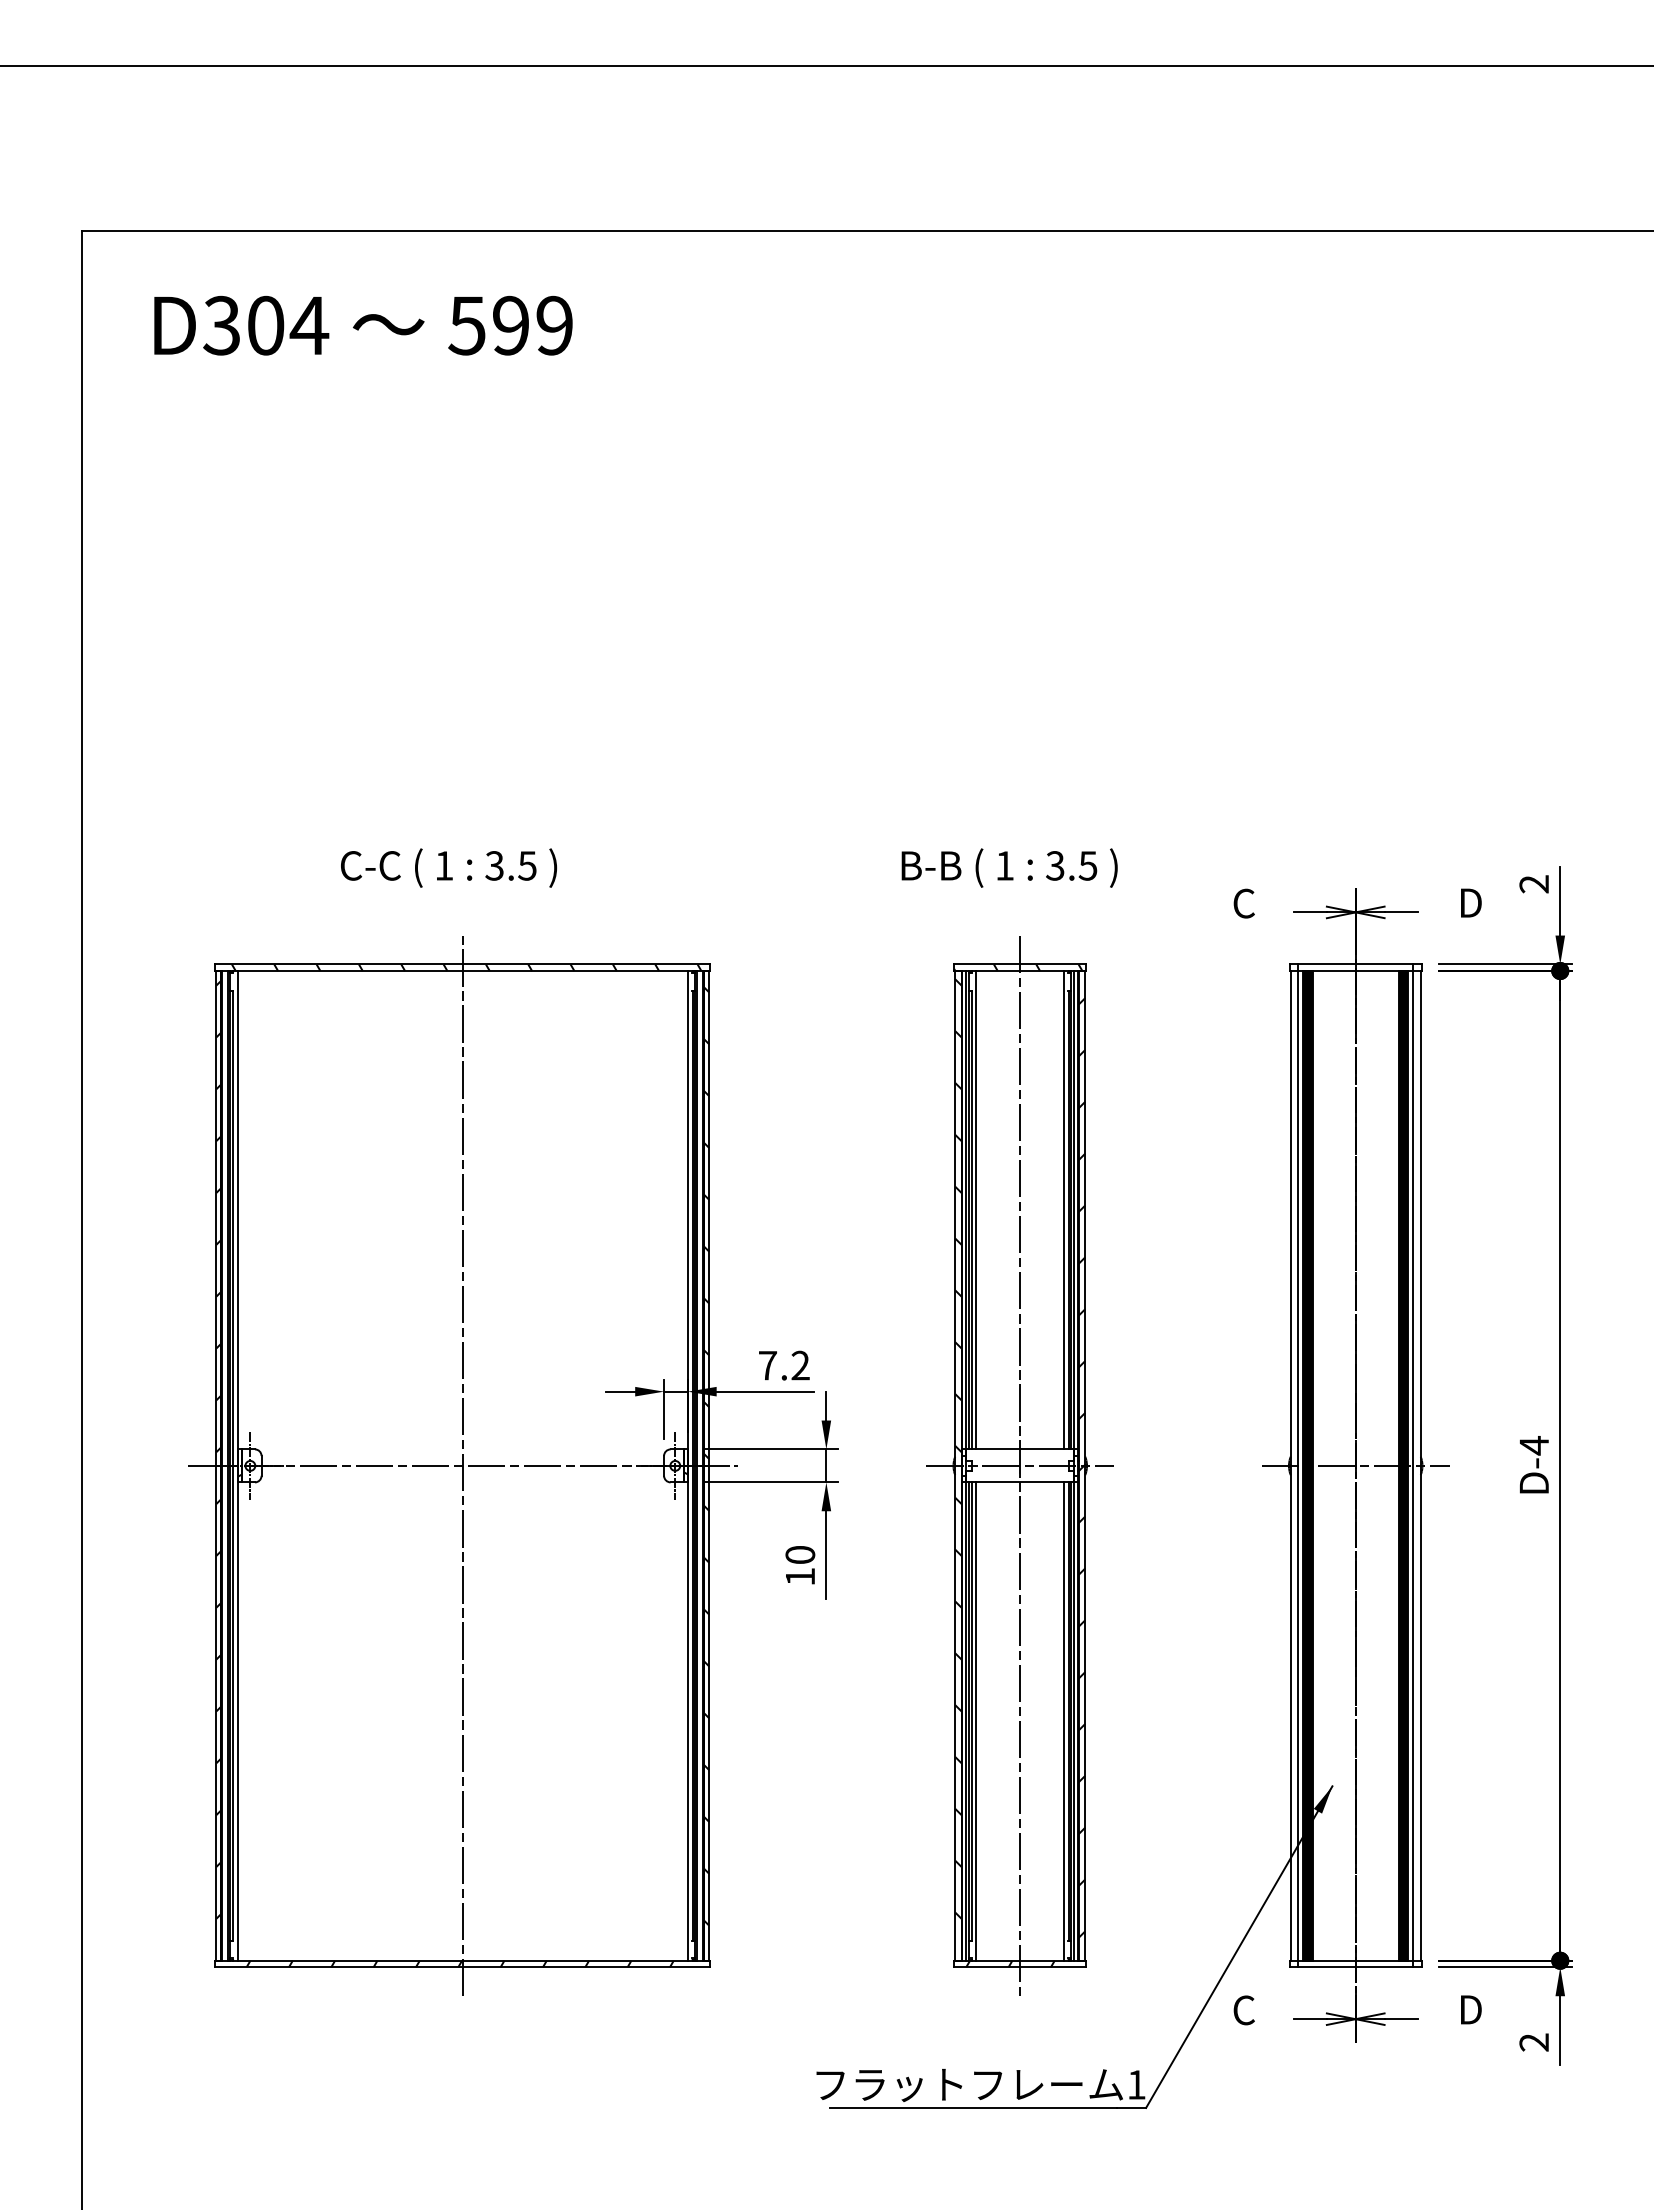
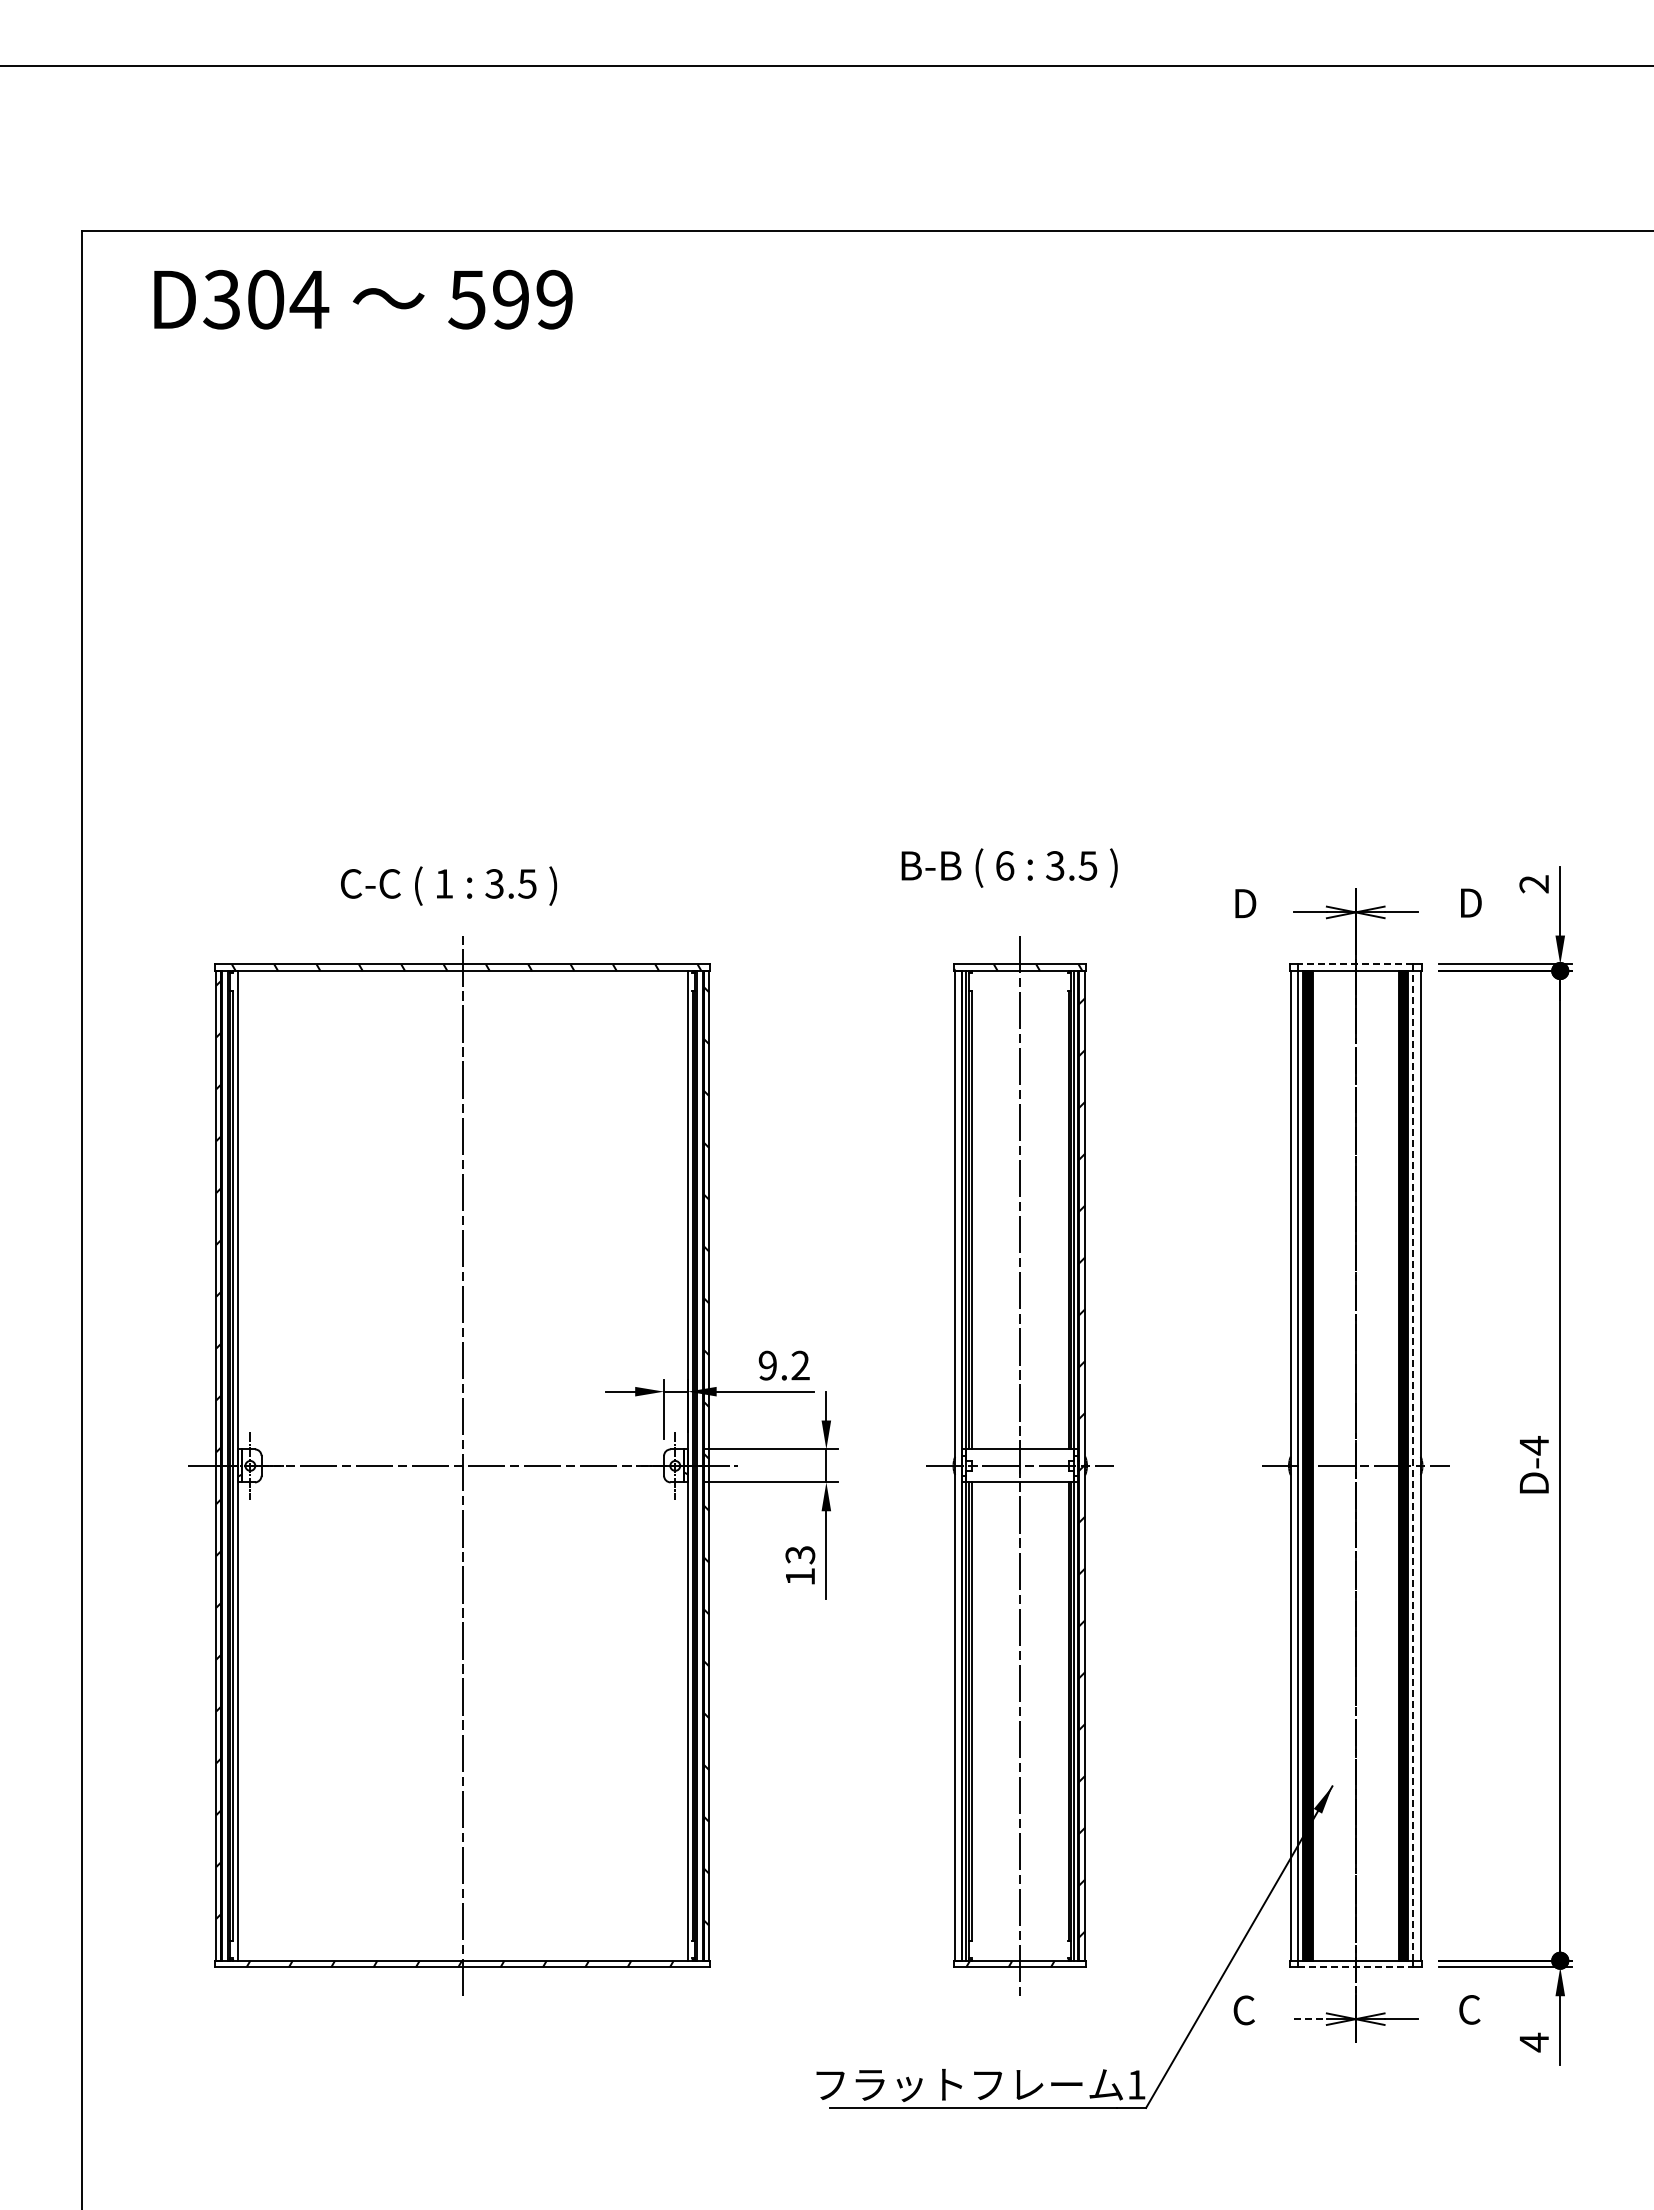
text at (363, 325) position: (363, 325) -> (363, 299)
text at (1005, 865): 1 -> 6
text at (448, 867) position: (448, 867) -> (448, 885)
text at (1244, 903): C -> D
line at (1355, 964): solid -> dashed
line at (976, 1210): present -> none
line at (1064, 1210): present -> none
text at (767, 1365): 7.2 -> 9.2
hatch at (958, 1449): present -> none
line at (1413, 1465): solid -> dashed
text at (800, 1555): 10 -> 13
line at (976, 1721): present -> none
line at (1064, 1721): present -> none
line at (1355, 1967): solid -> dashed
text at (1470, 2009): D -> C
line at (1310, 2019): solid -> dashed
text at (1533, 2042): 2 -> 4
